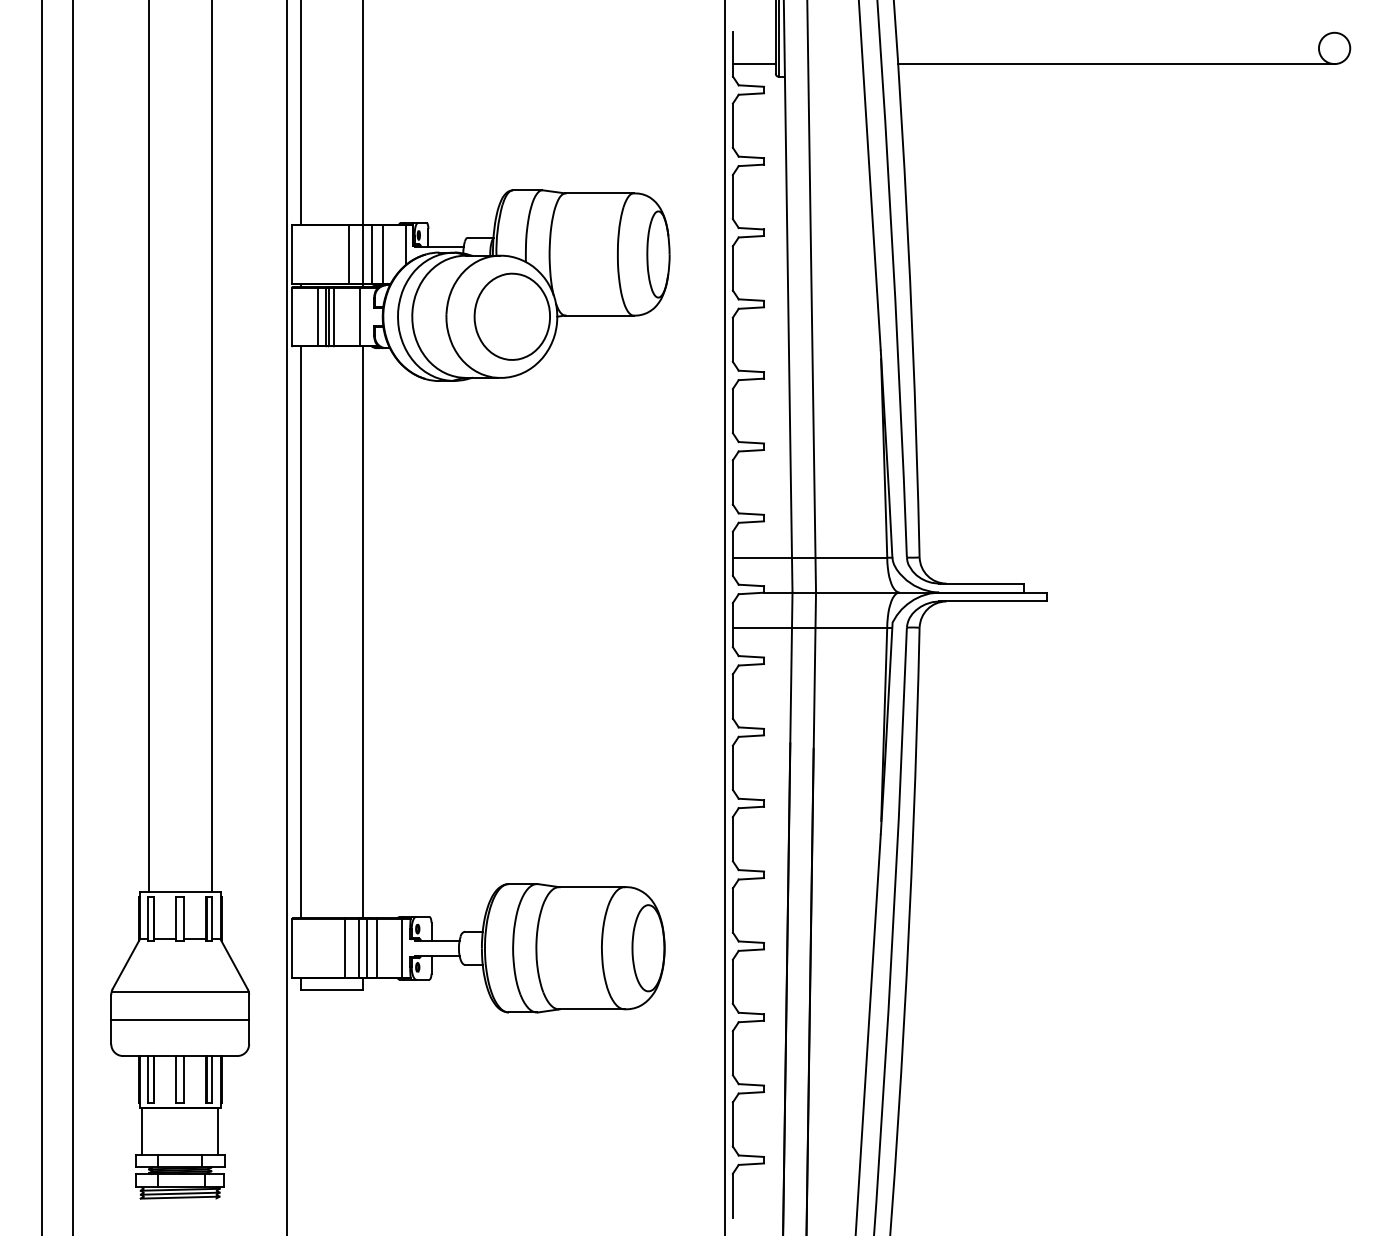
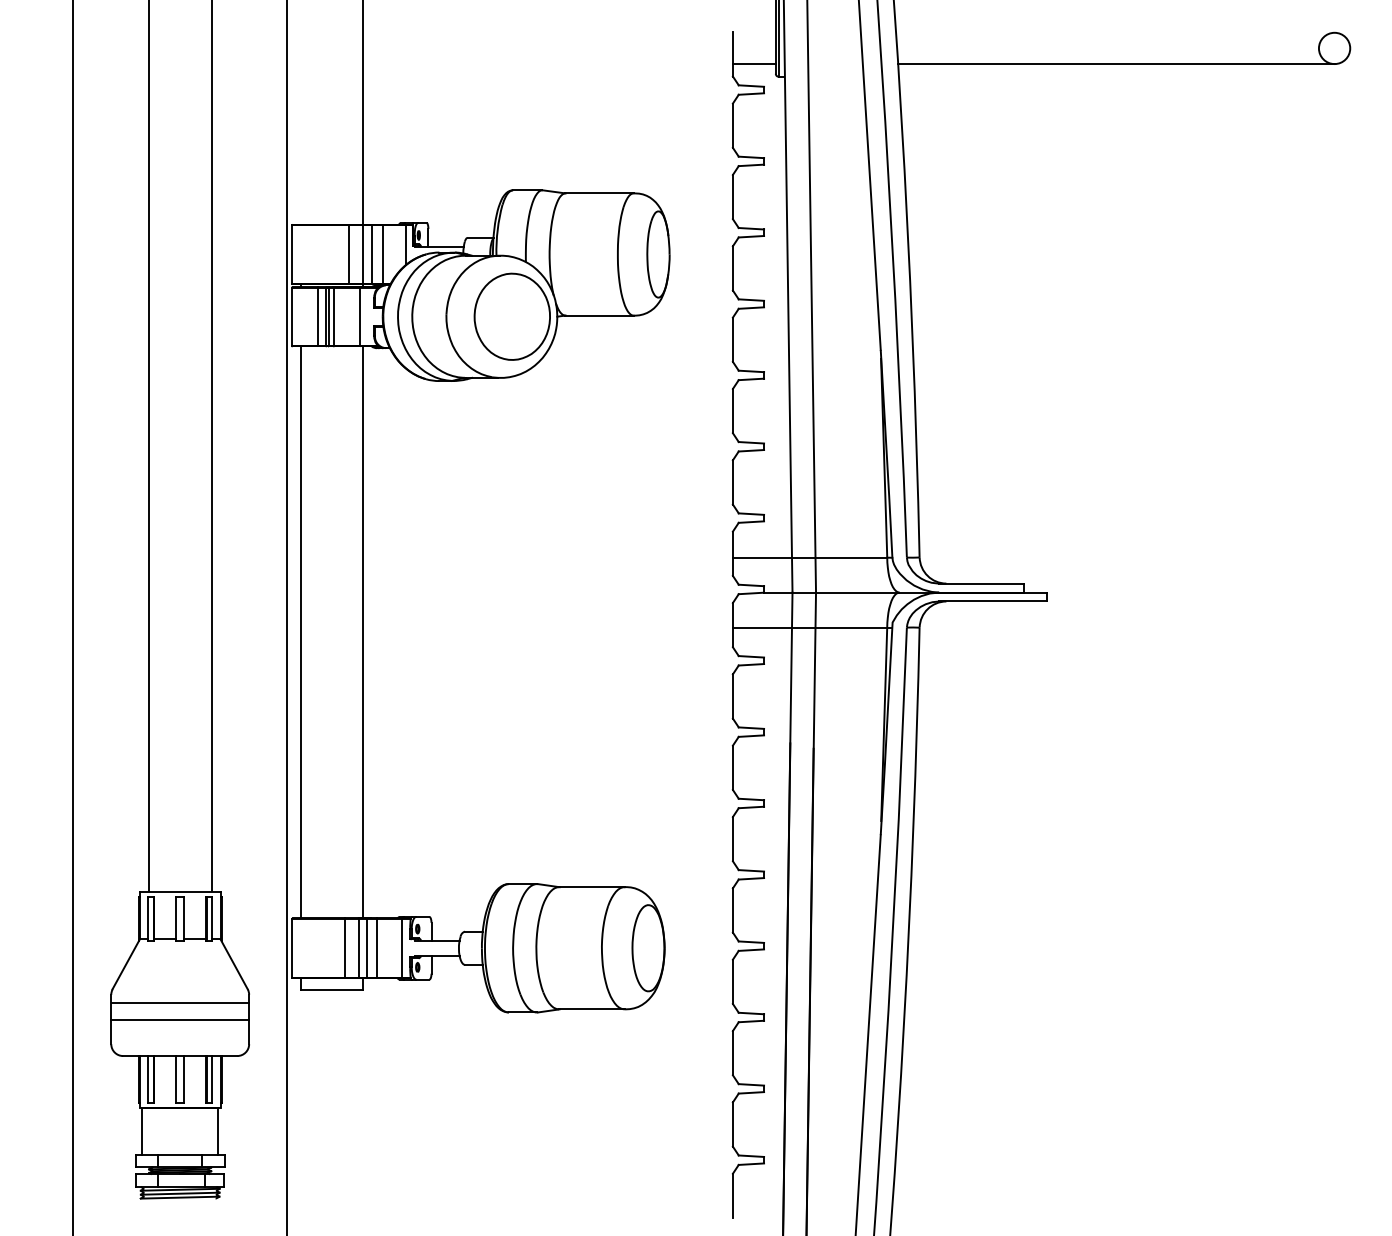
line at (300, 113): present -> none
line at (41, 617): present -> none
line at (725, 617): present -> none
line at (179, 991) position: (179, 991) -> (179, 1002)
